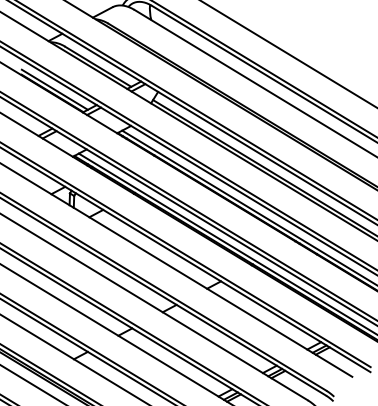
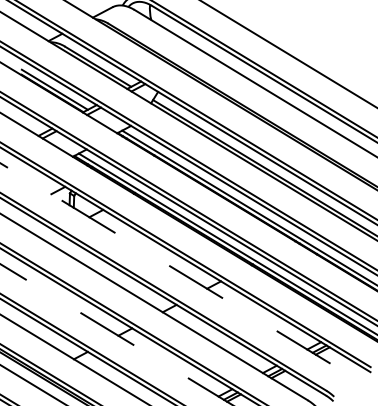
line at (176, 270): solid -> dashed
line at (117, 335): solid -> dashed
